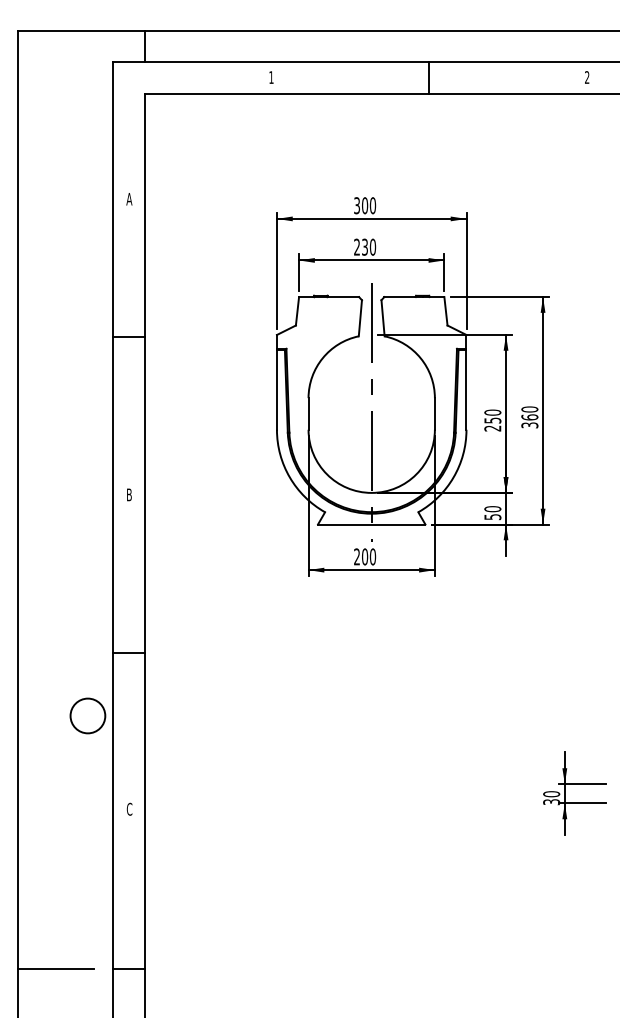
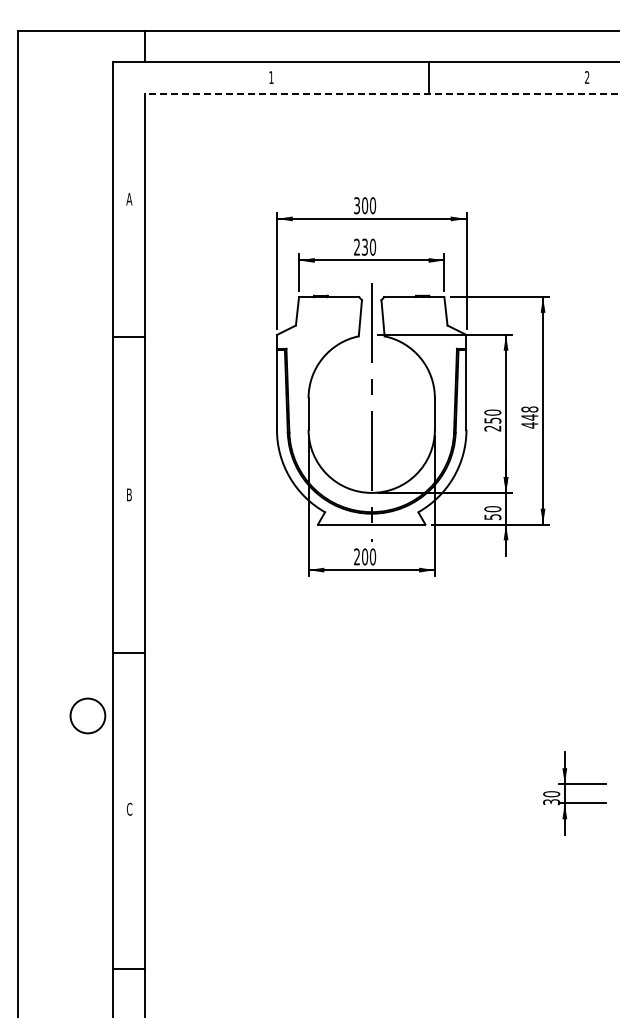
line at (381, 93): solid -> dashed
text at (529, 417): 360 -> 448
line at (56, 968): present -> none
